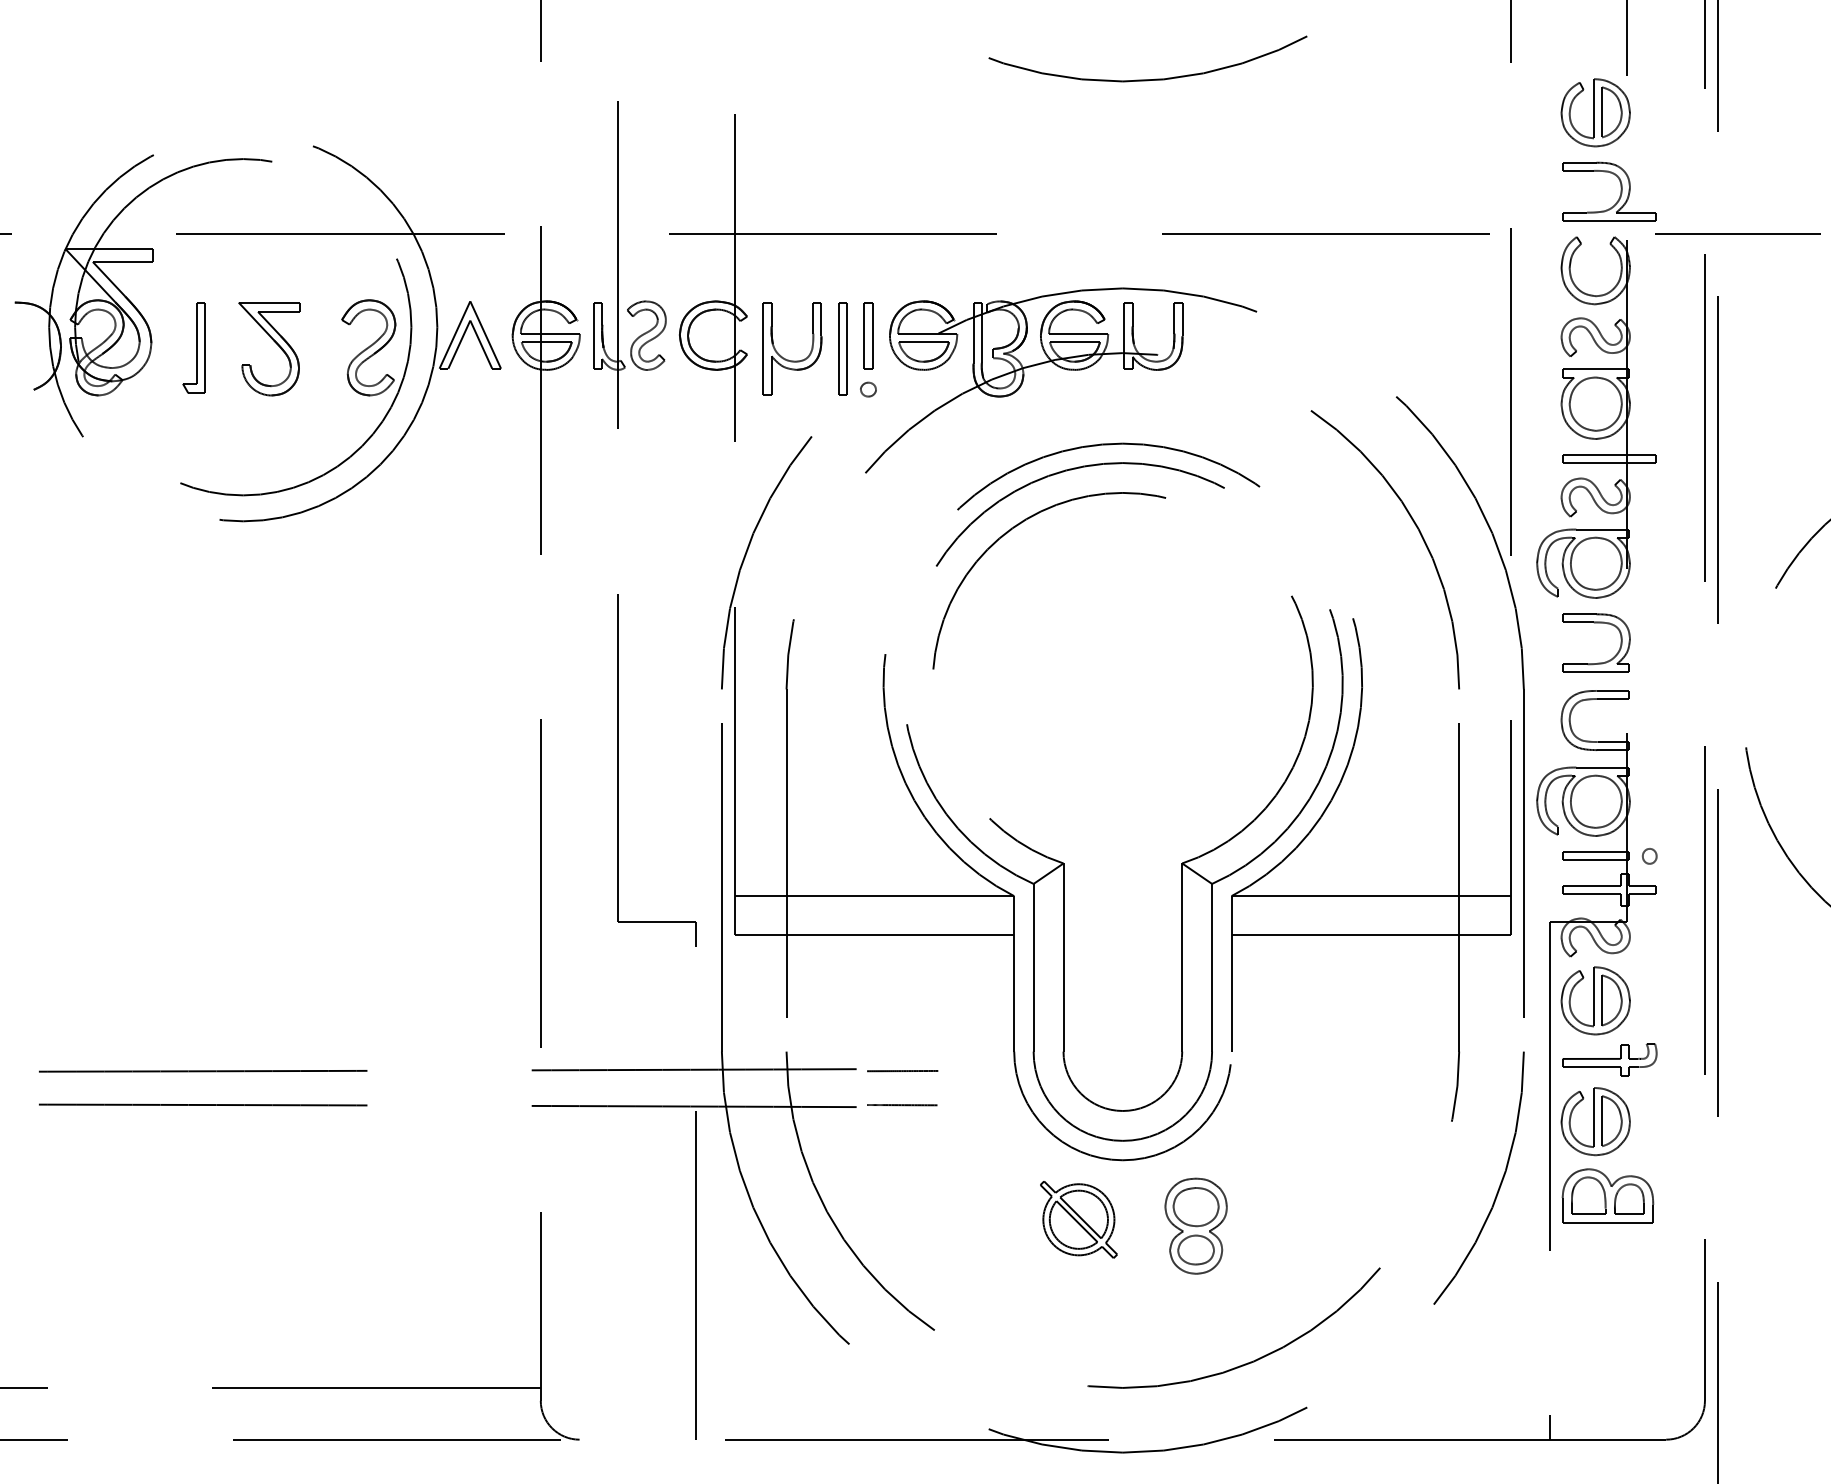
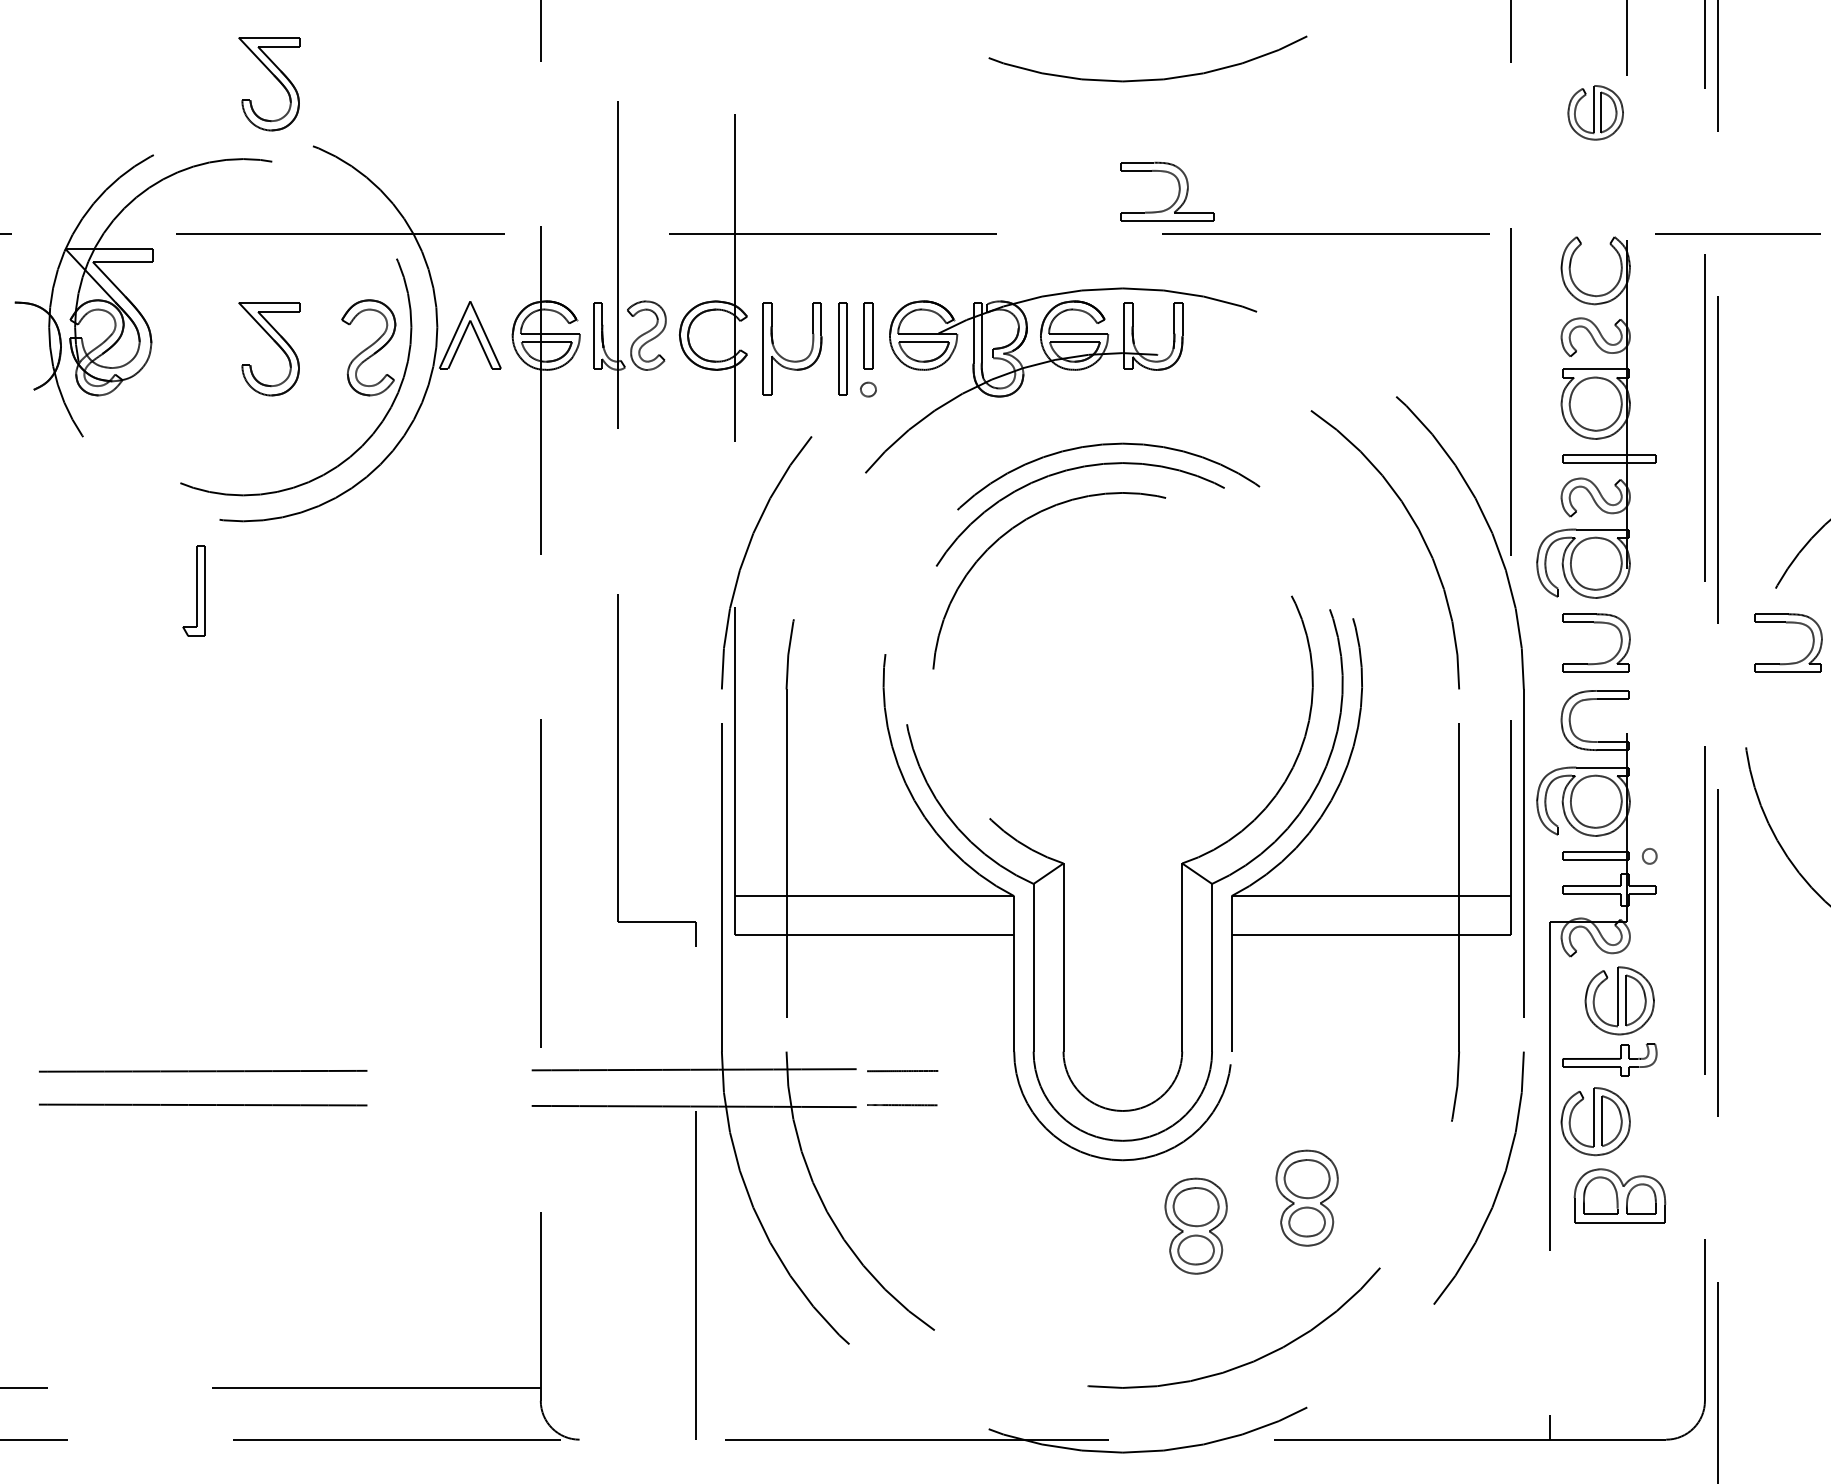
part at (275, 78): none -> present
part at (1595, 112) size: 71x70 px -> 57x56 px
part at (1619, 195) position: (1619, 195) -> (1177, 195)
part at (193, 347) position: (193, 347) -> (193, 590)
part at (1788, 623): none -> present
part at (1595, 1000) position: (1595, 1000) -> (1619, 1000)
part at (1607, 1195) position: (1607, 1195) -> (1619, 1195)
part at (1306, 1197): none -> present
part at (1078, 1219): present -> none
